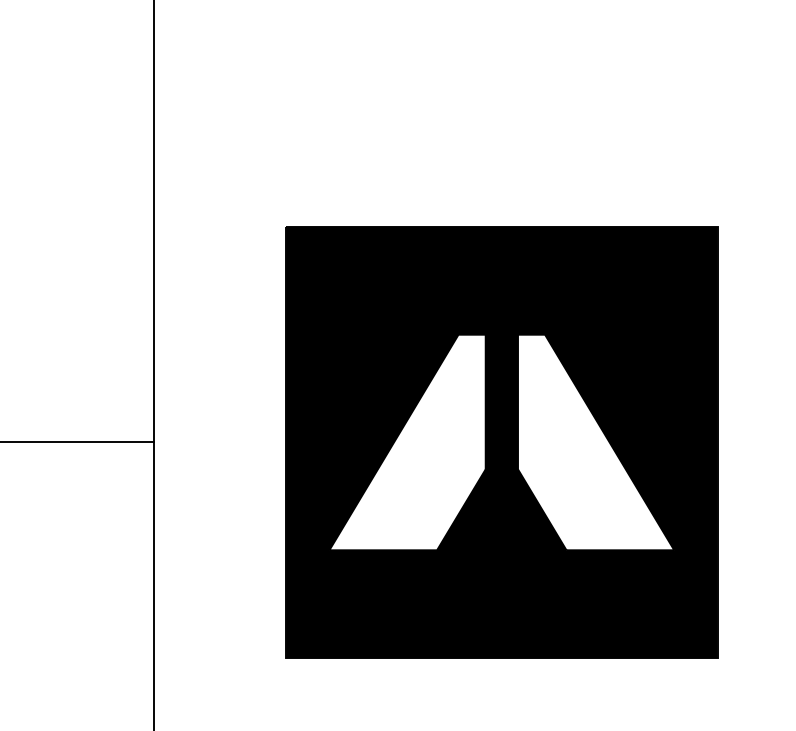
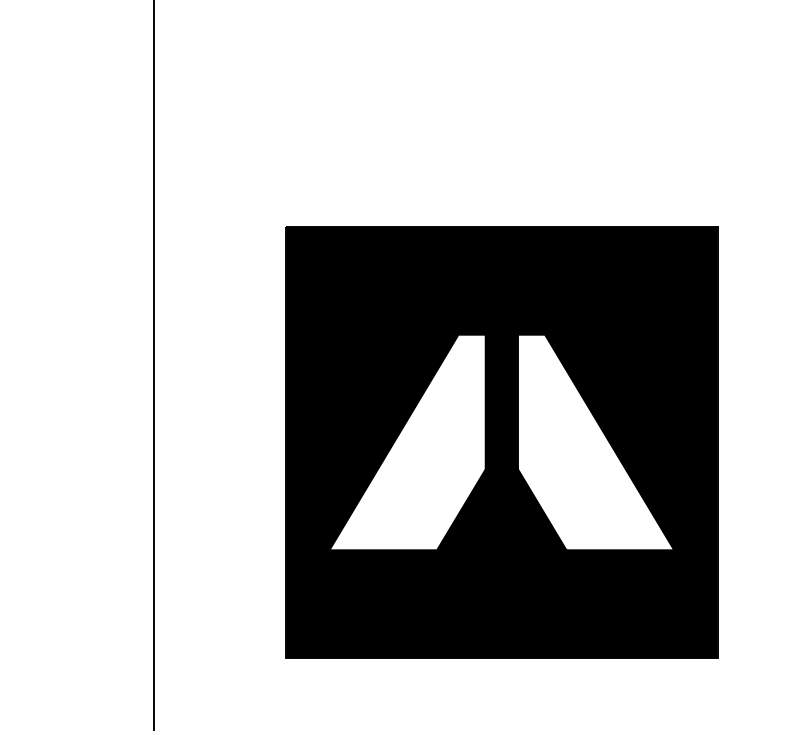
line at (78, 442): present -> none
